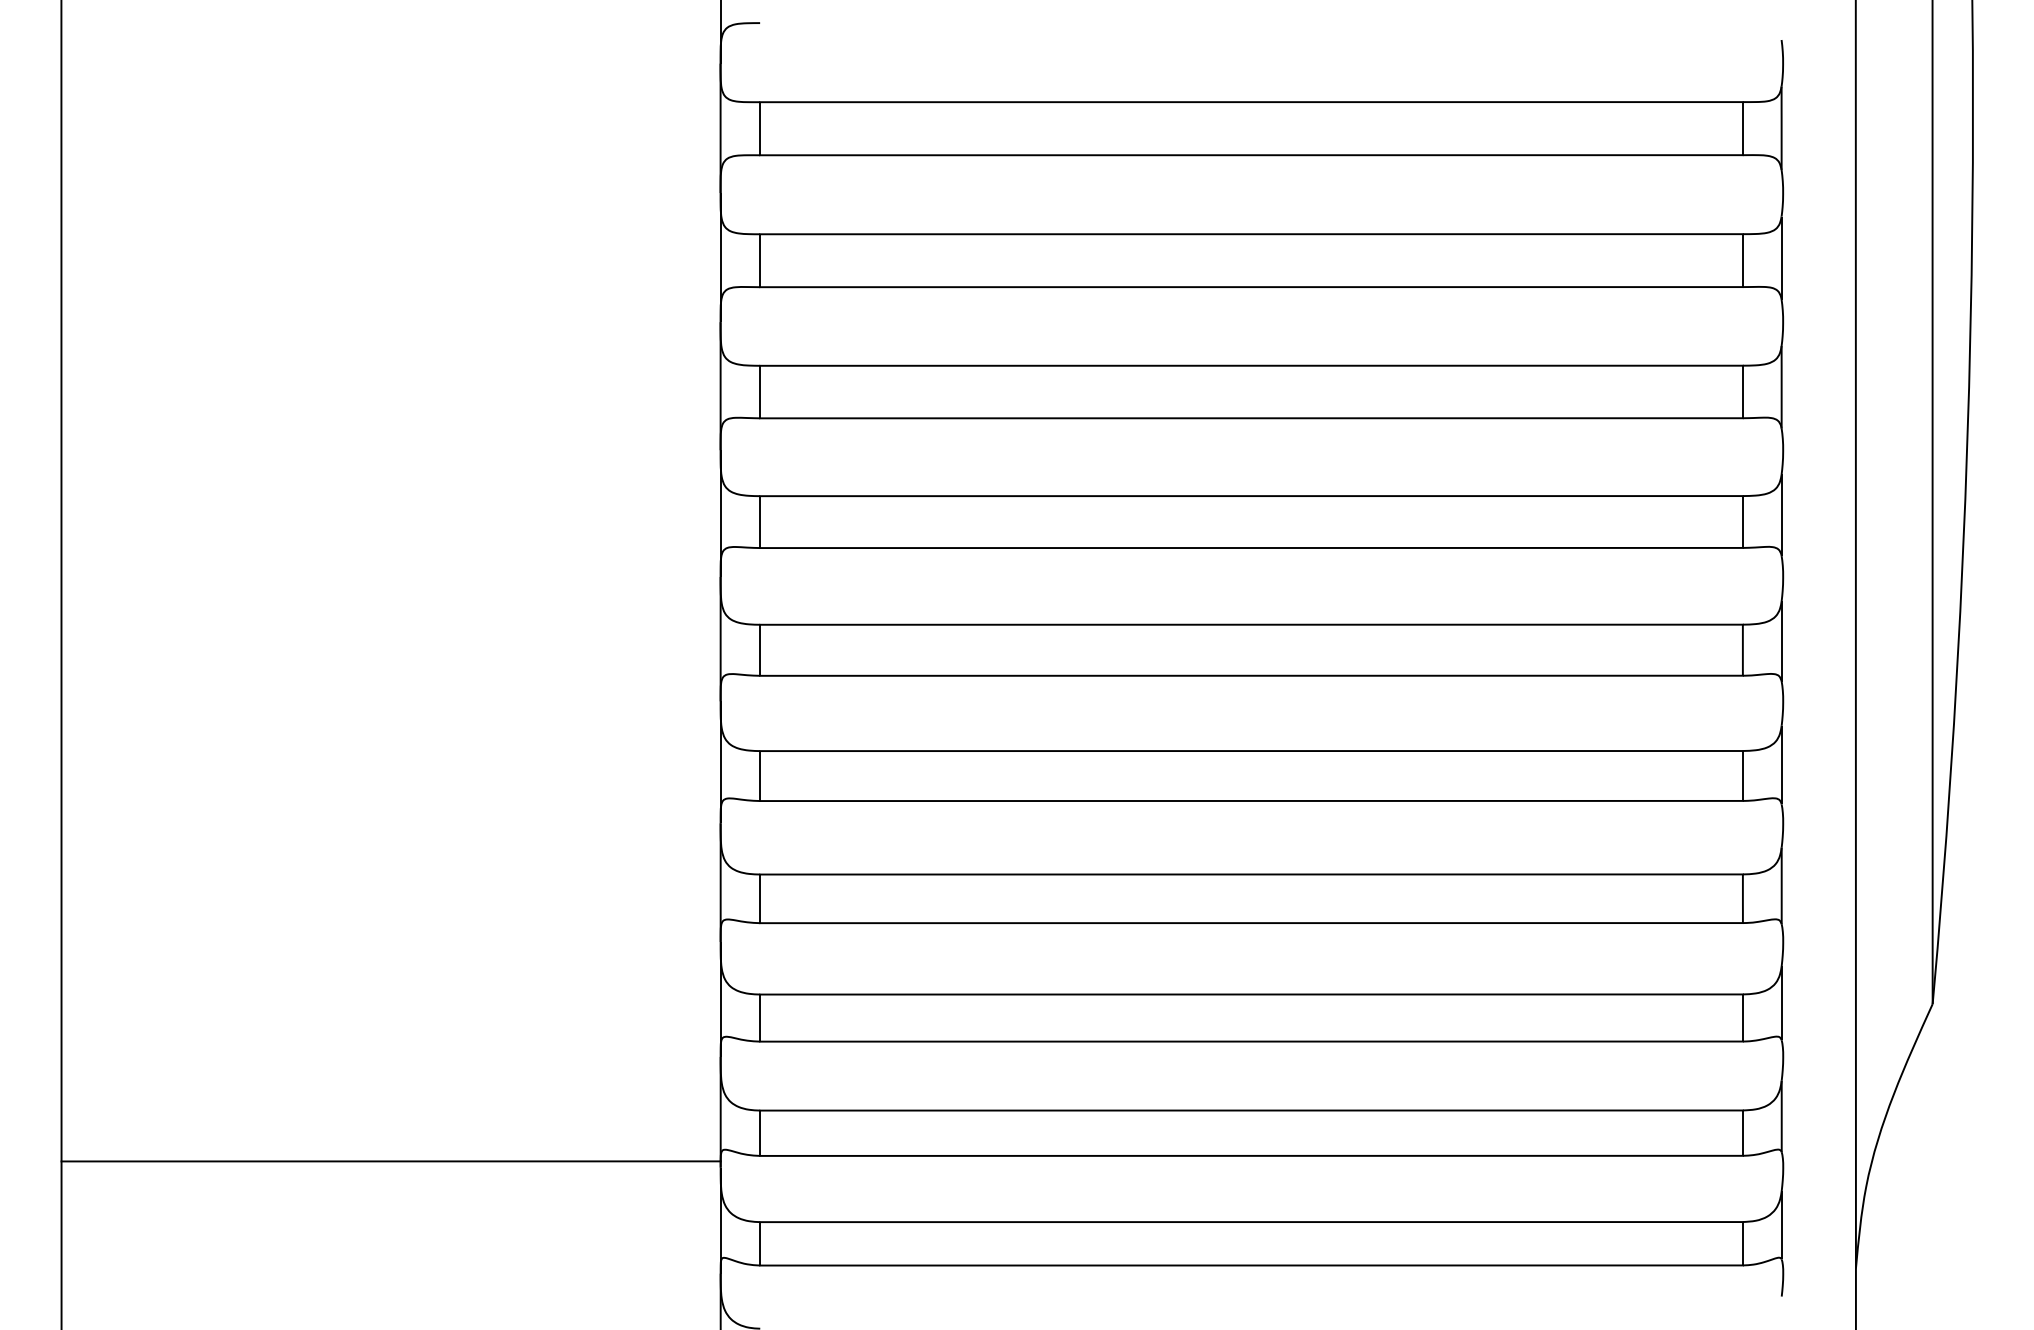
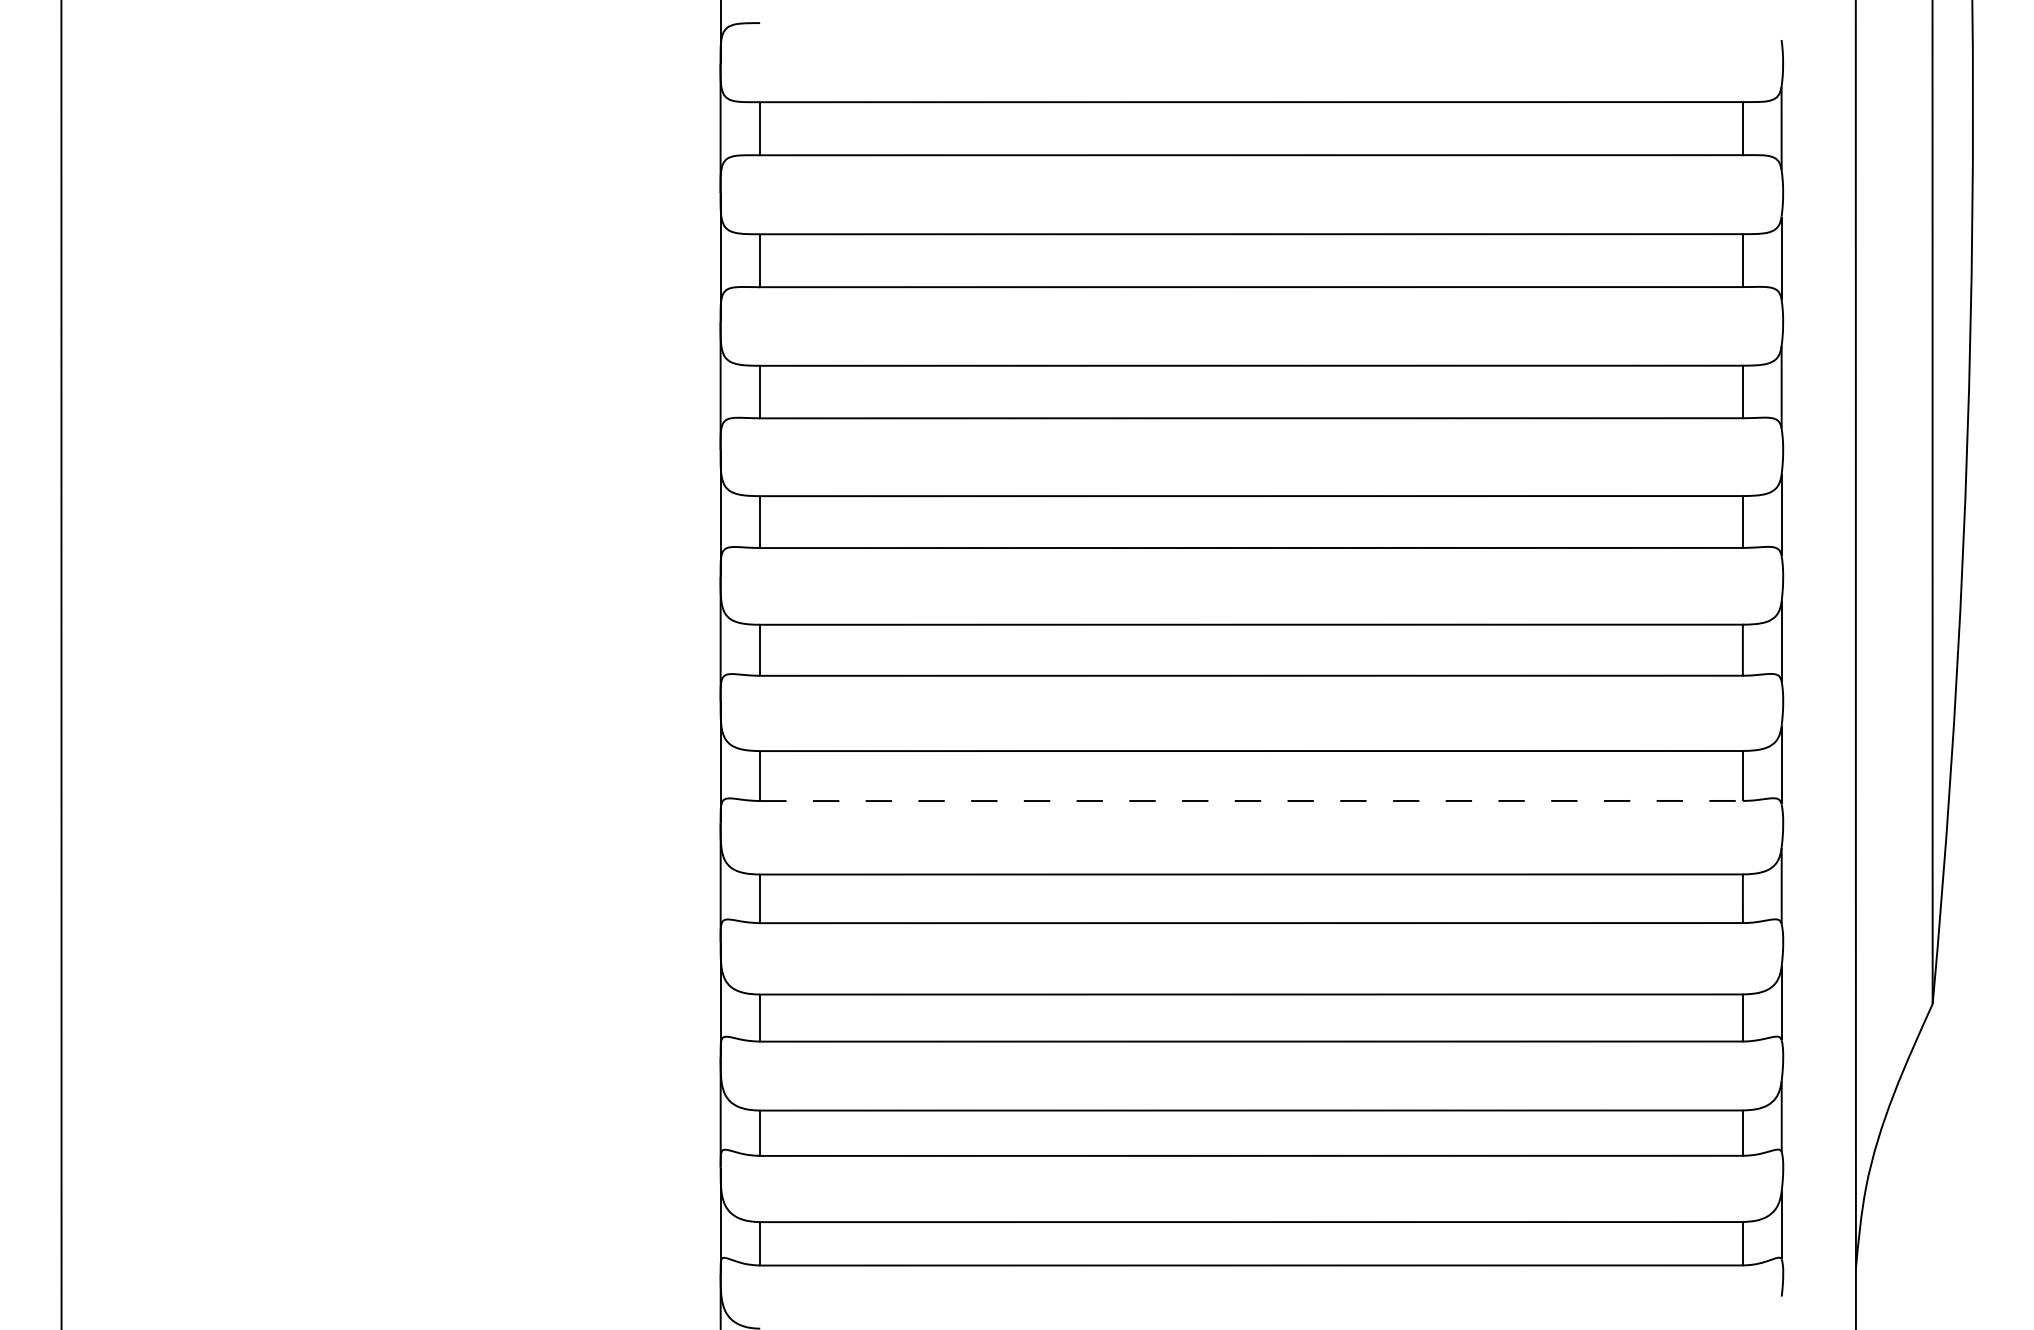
line at (1252, 800): solid -> dashed
line at (390, 1161): present -> none
